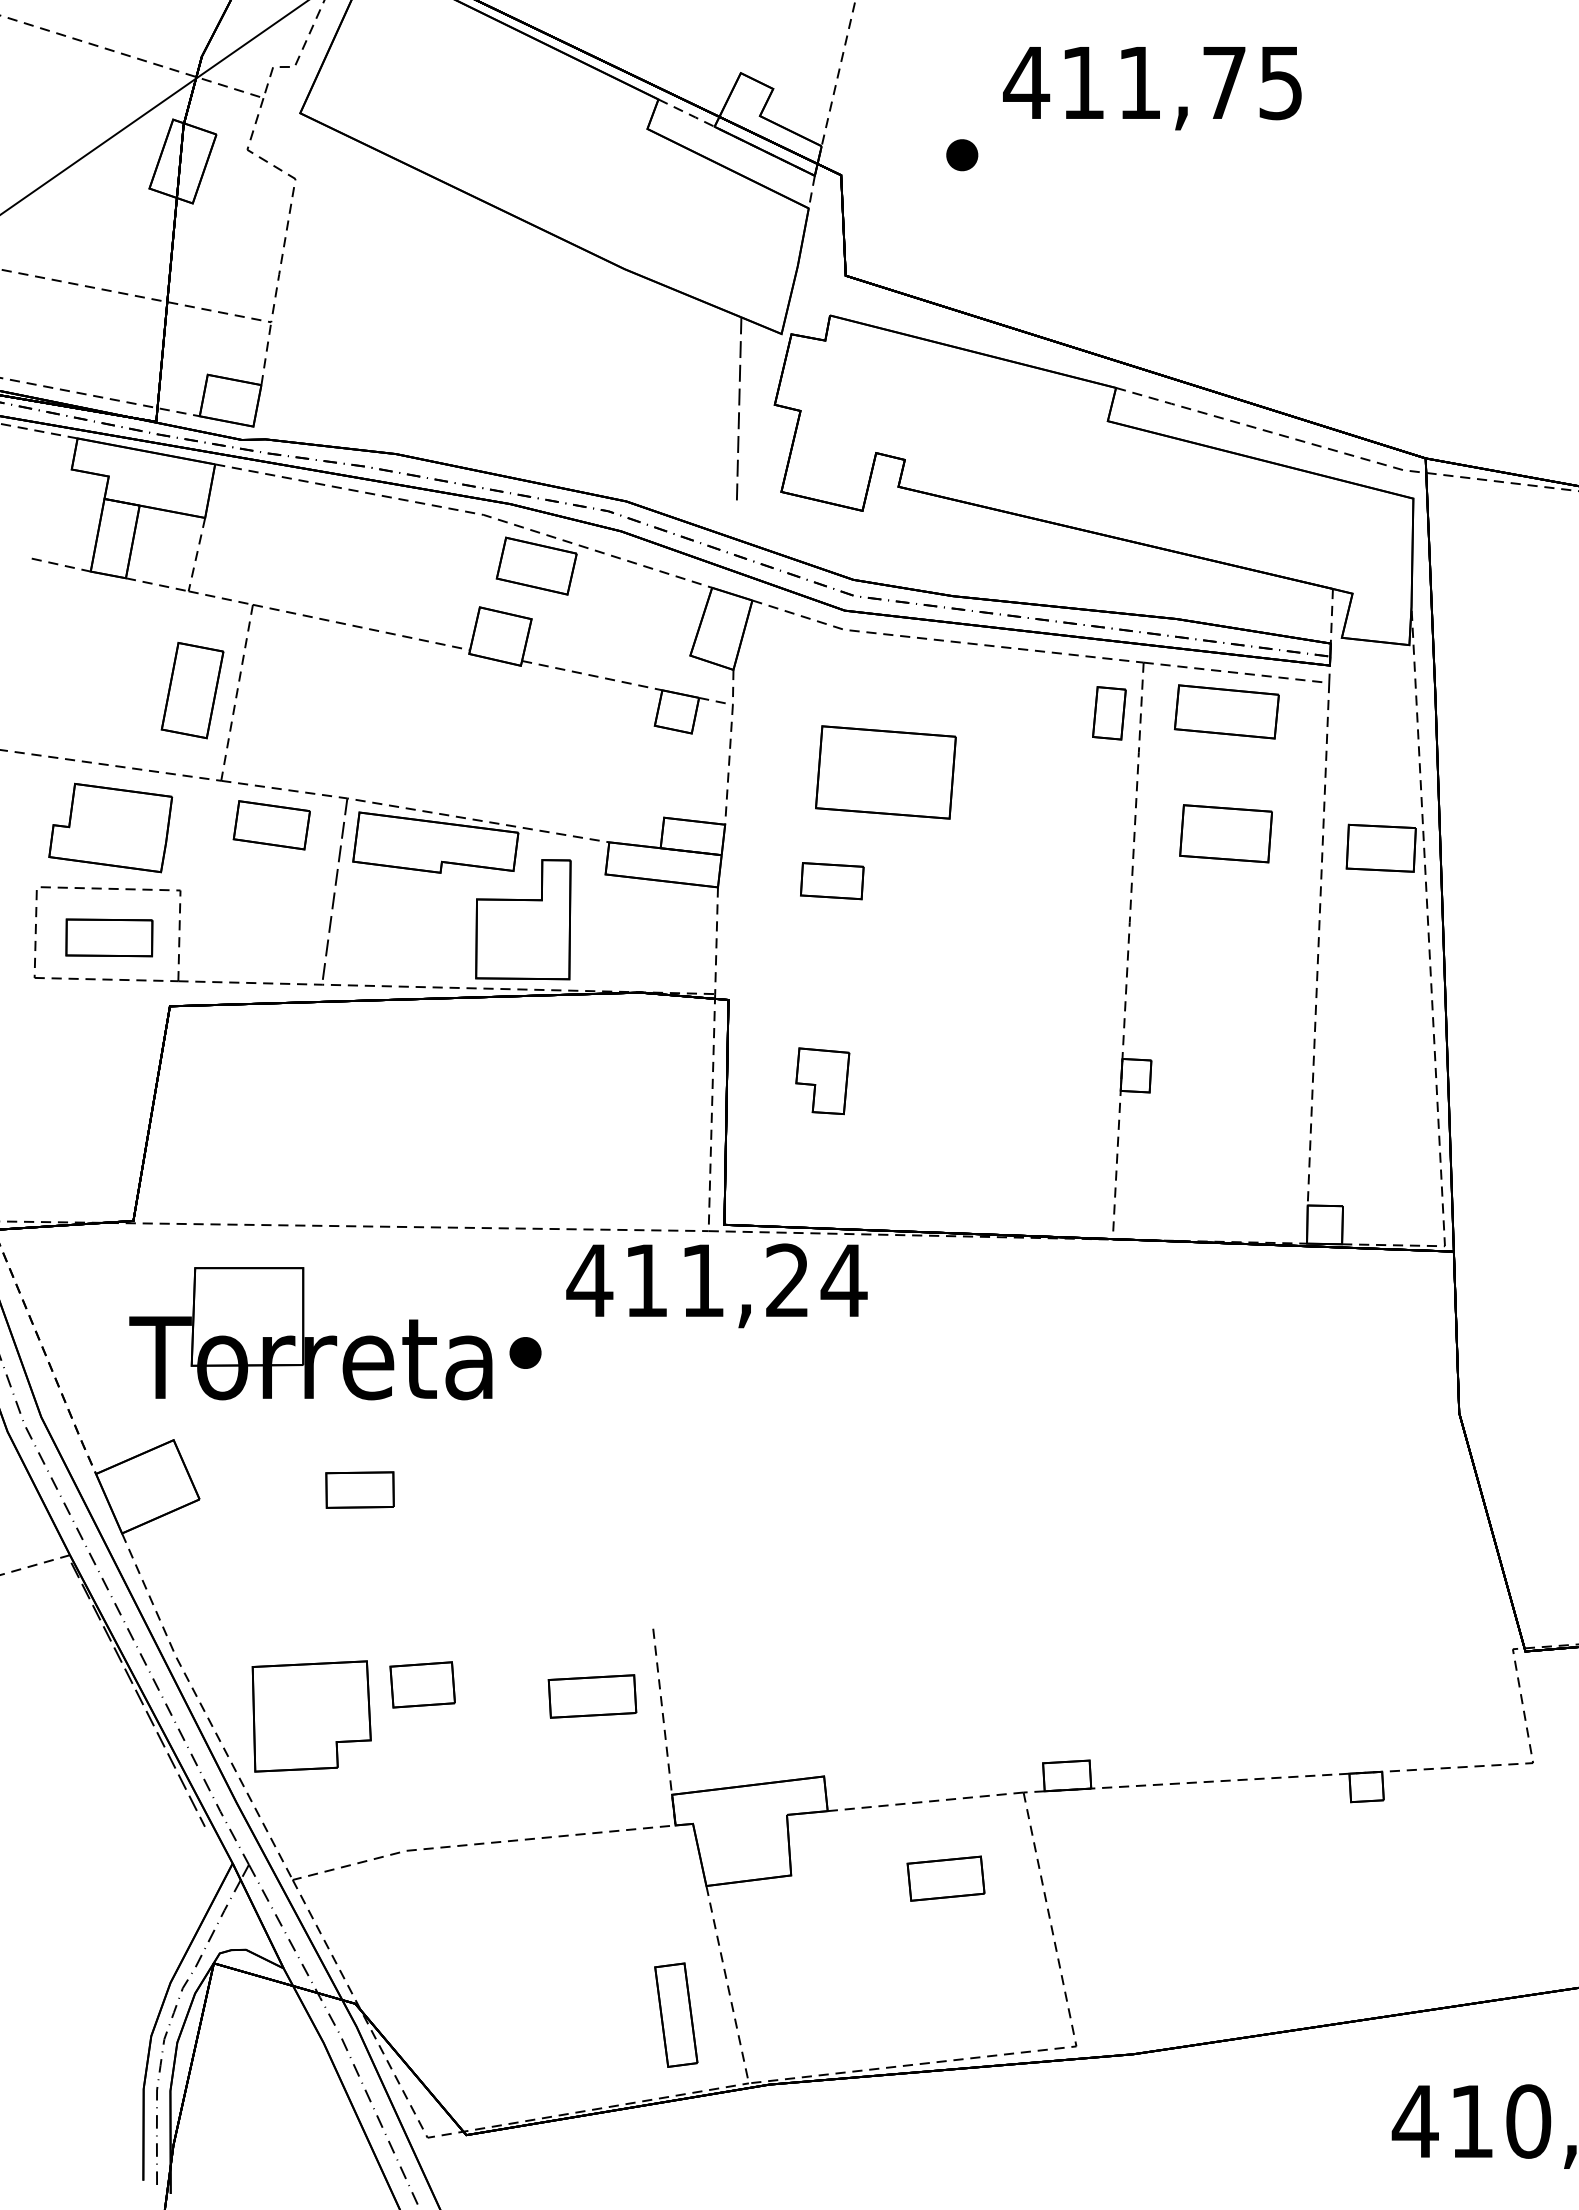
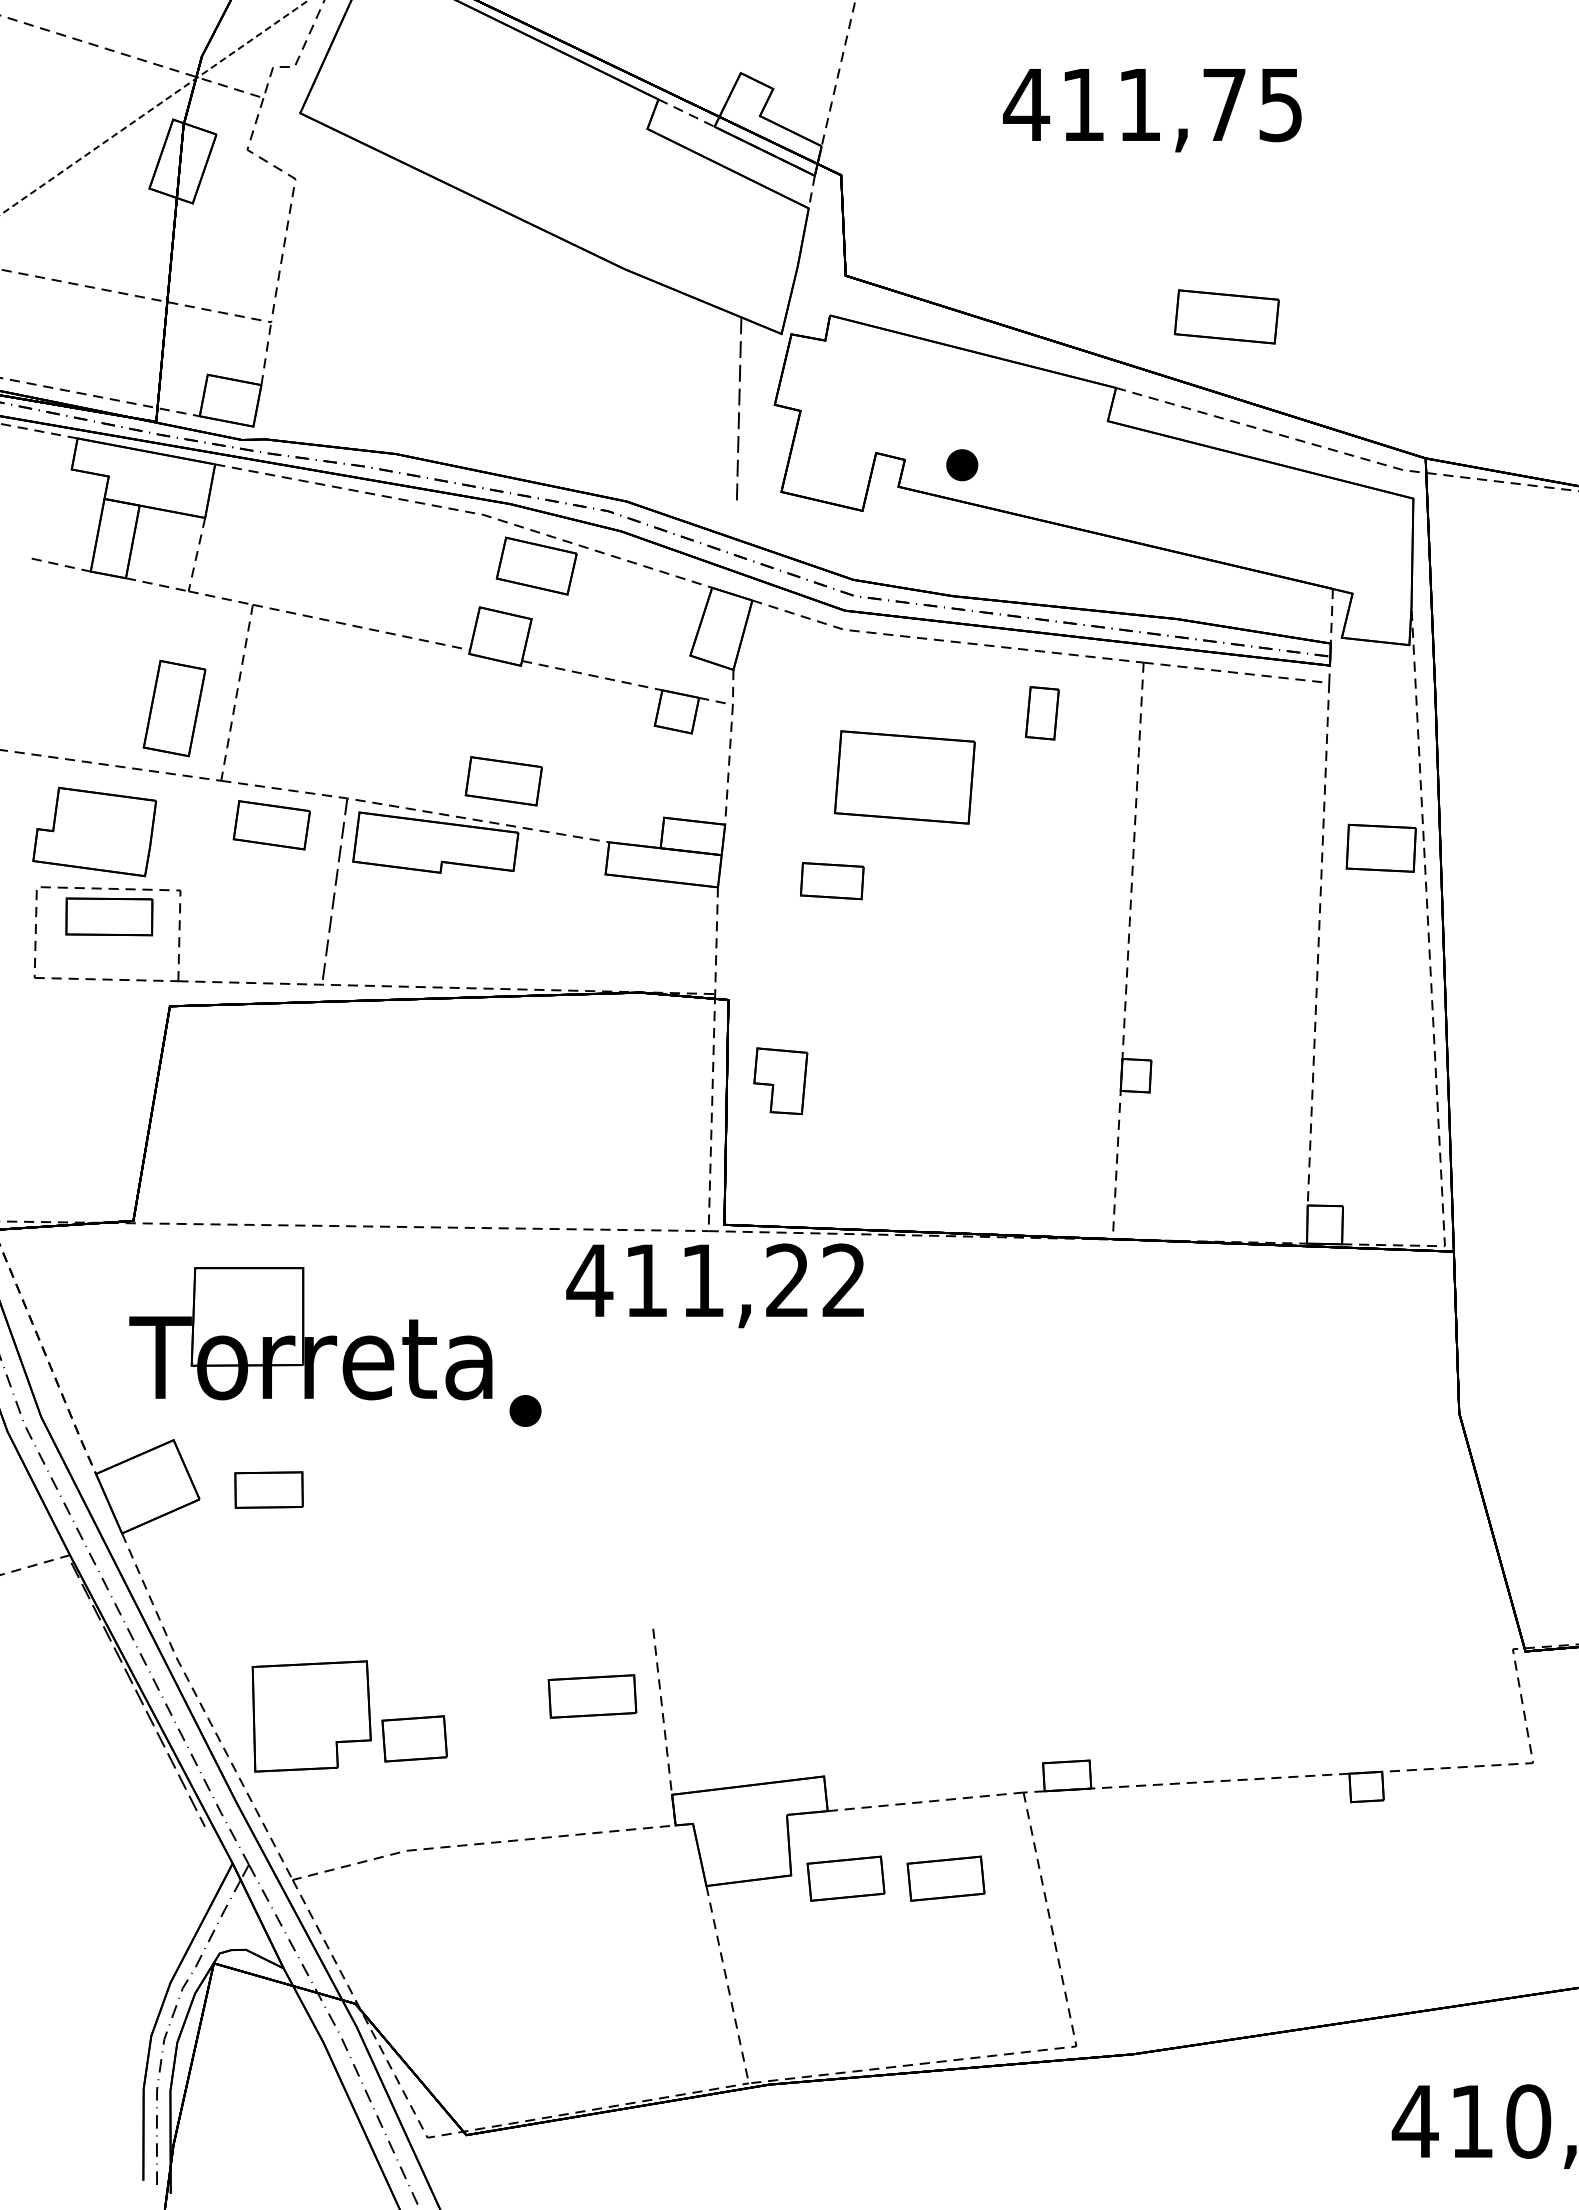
text at (1152, 88) position: (1152, 88) -> (1152, 110)
line at (154, 107): solid -> dashed
part at (962, 155) position: (962, 155) -> (962, 465)
part at (192, 690) position: (192, 690) -> (174, 708)
part at (1226, 711) position: (1226, 711) -> (1226, 316)
part at (1109, 713) position: (1109, 713) -> (1042, 713)
part at (885, 772) position: (885, 772) -> (904, 777)
part at (503, 781): none -> present
part at (110, 827) position: (110, 827) -> (94, 831)
part at (1225, 833): present -> none
part at (523, 919): present -> none
part at (109, 937) position: (109, 937) -> (109, 916)
part at (822, 1081) position: (822, 1081) -> (780, 1081)
text at (843, 1279): 411,24 -> 411,22
part at (525, 1352) position: (525, 1352) -> (525, 1410)
part at (359, 1489) position: (359, 1489) -> (268, 1489)
part at (422, 1684) position: (422, 1684) -> (414, 1738)
part at (845, 1878): none -> present
part at (676, 2014): present -> none
